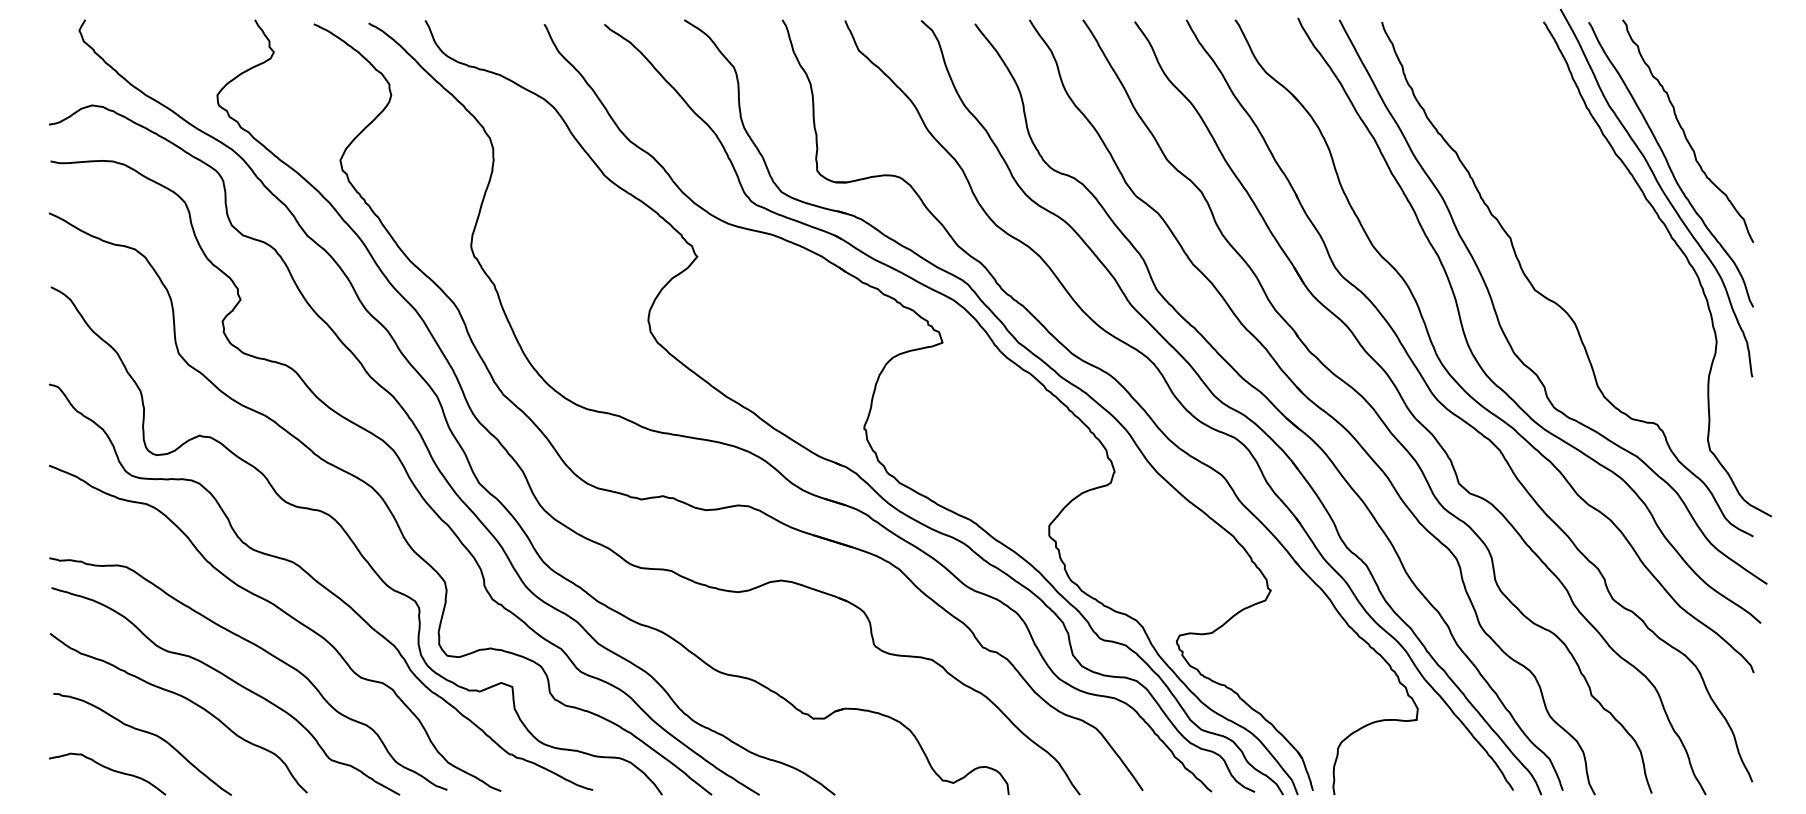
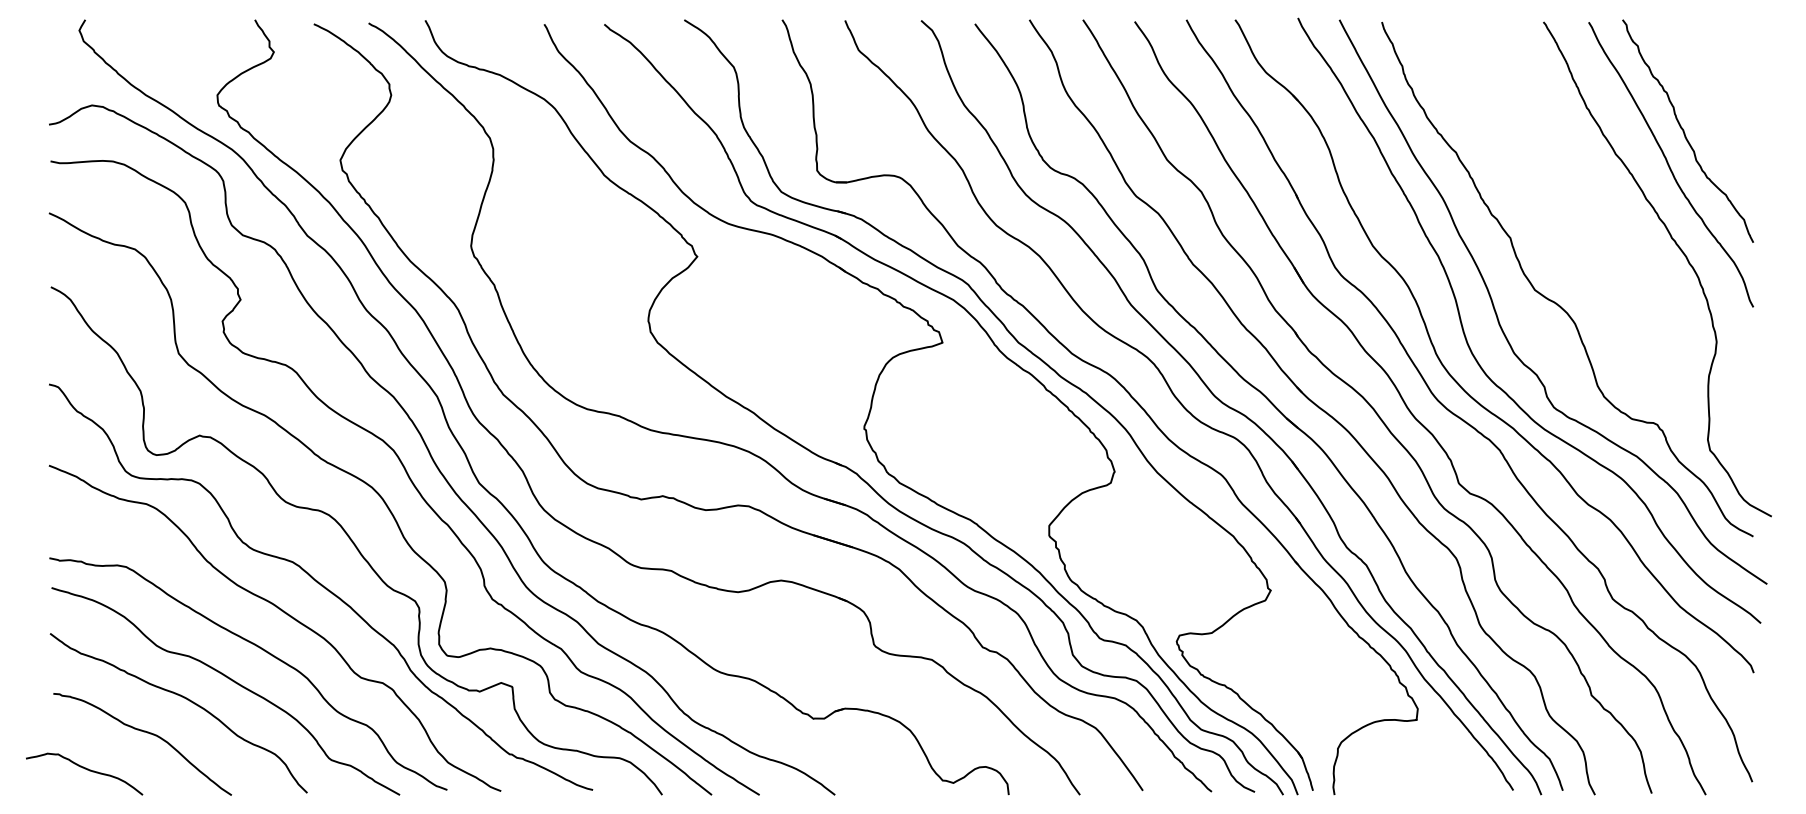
curve at (1660, 189): present -> none
curve at (107, 769) position: (107, 769) -> (84, 769)
